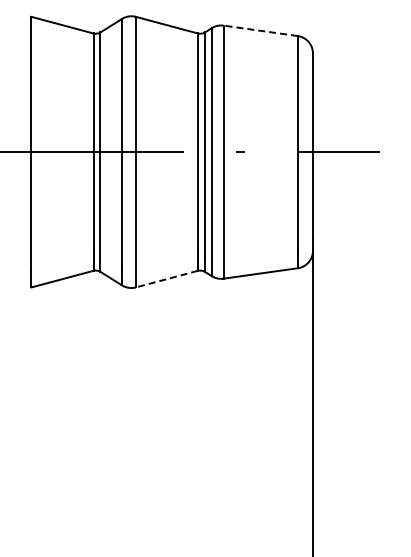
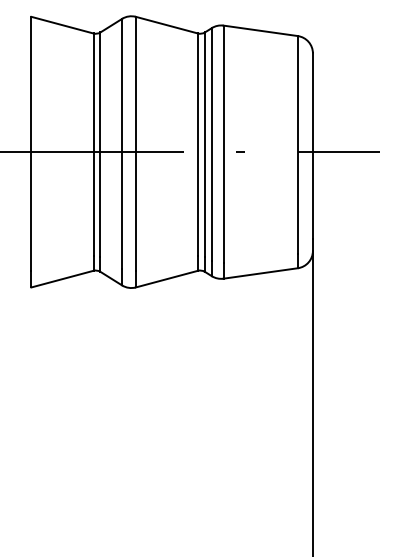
line at (260, 30): dashed -> solid
line at (166, 279): dashed -> solid
